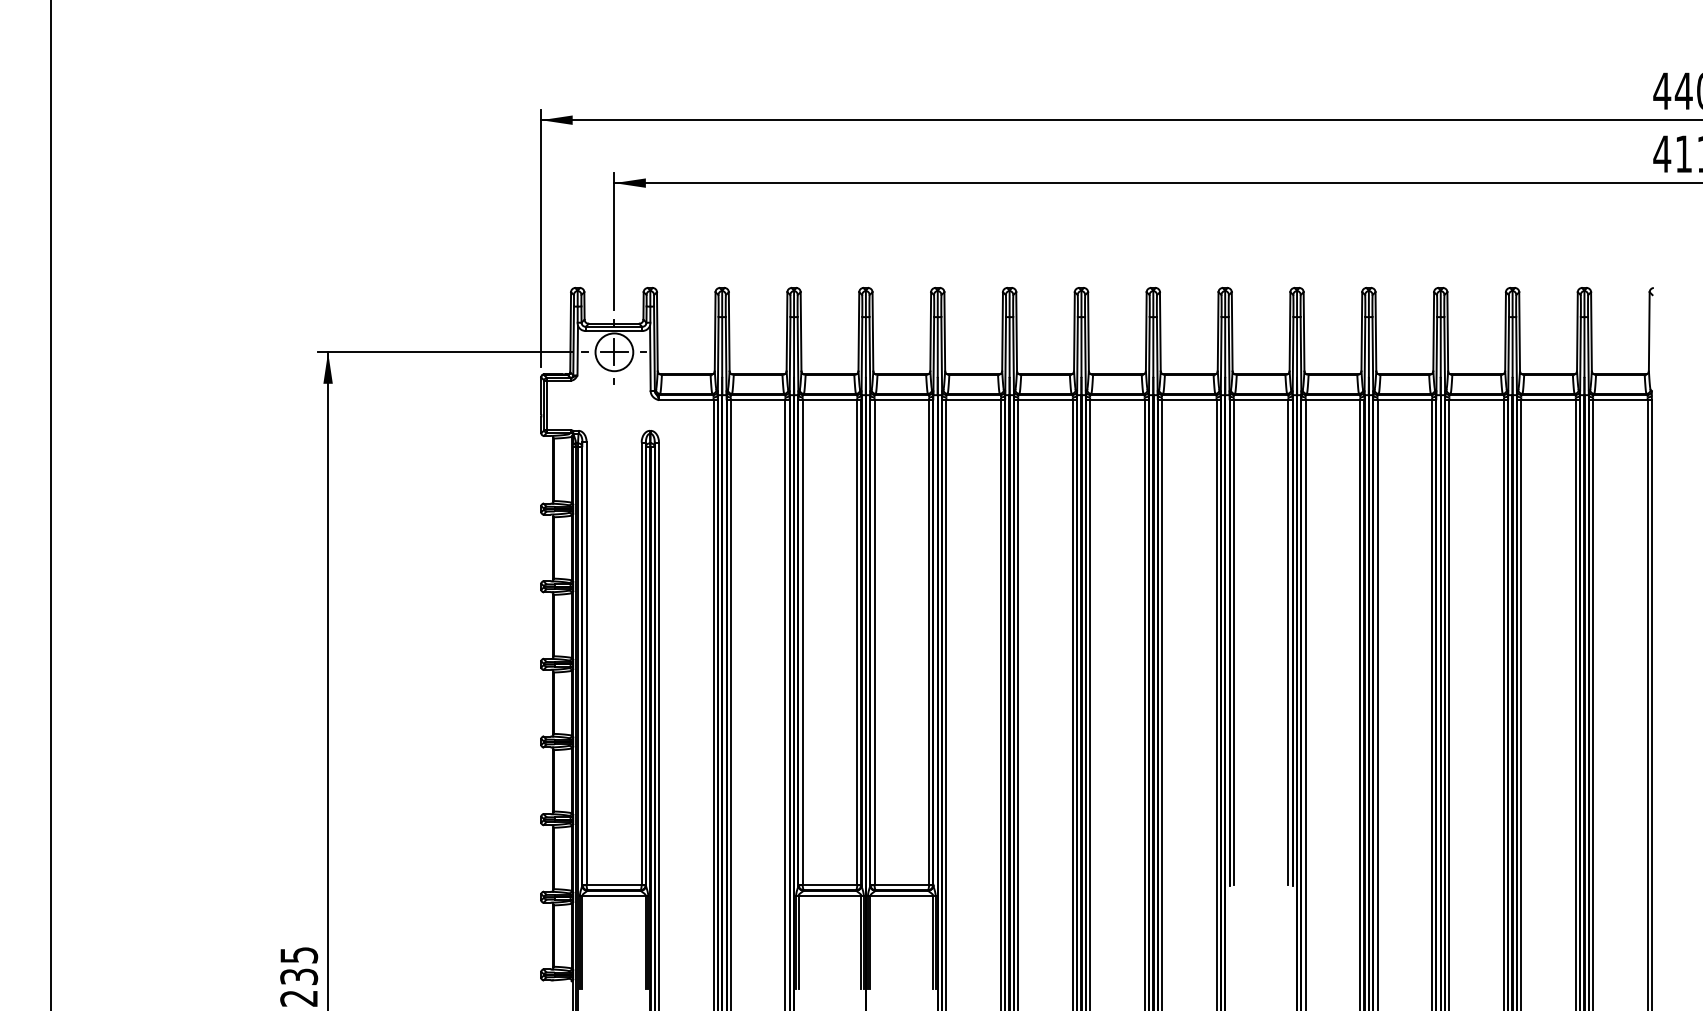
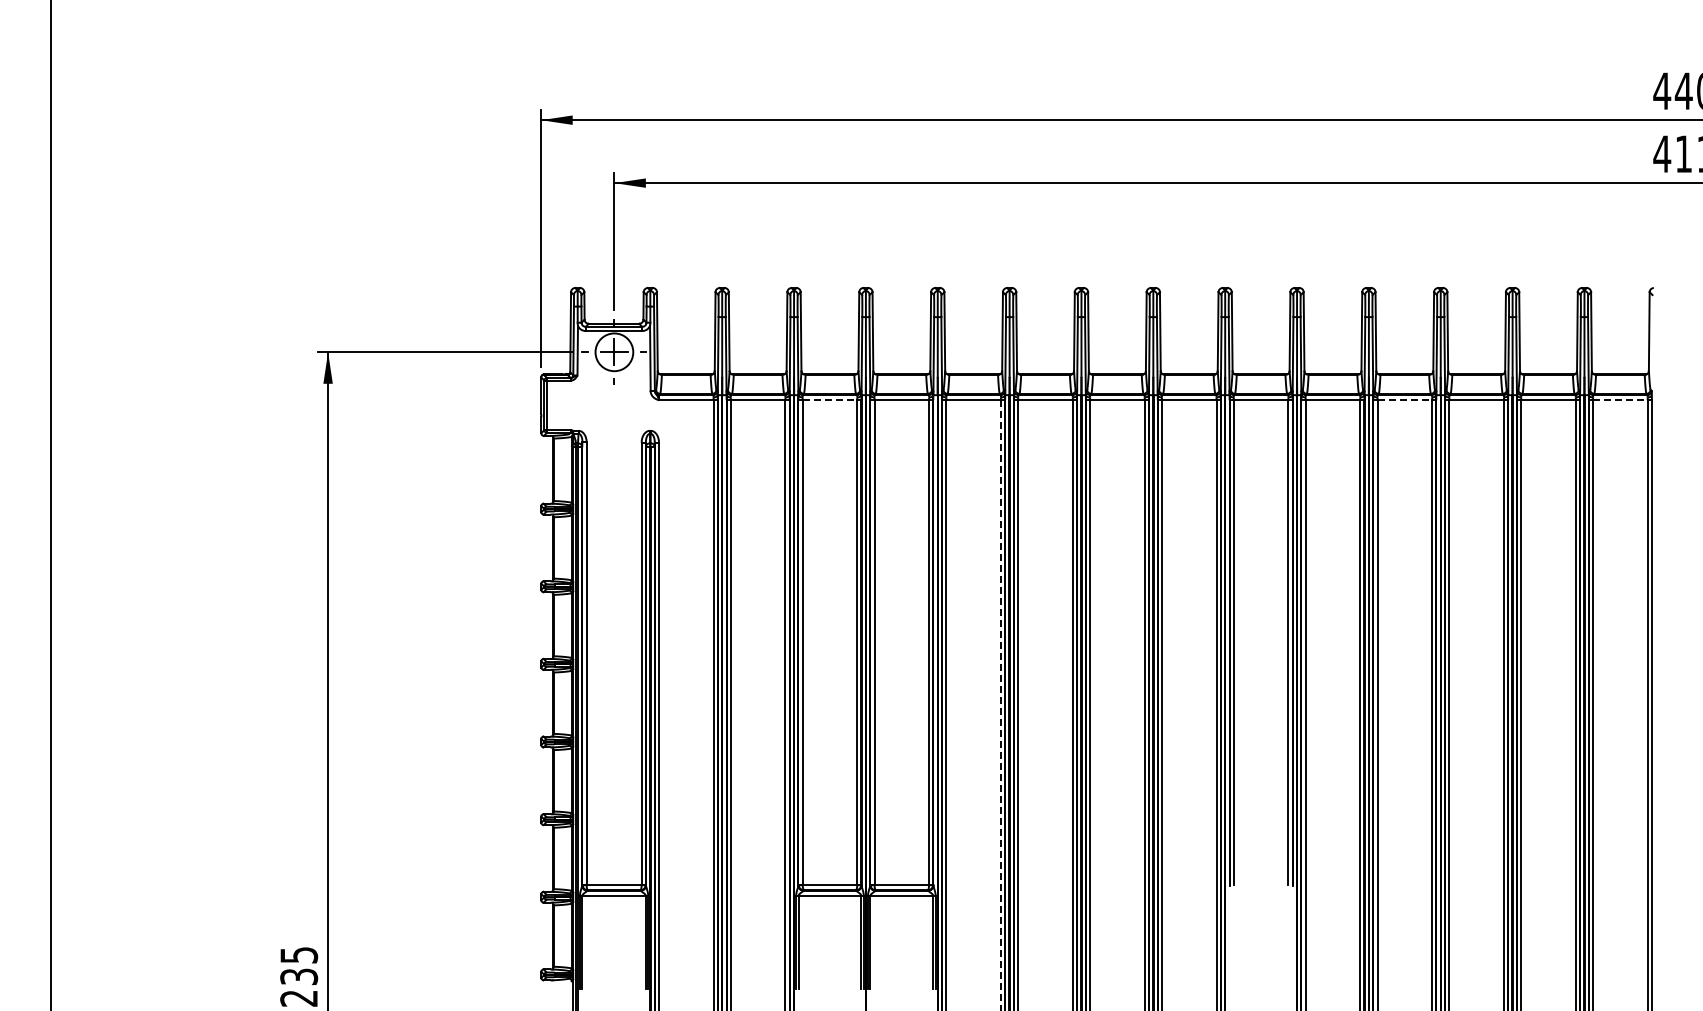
line at (830, 400): solid -> dashed
line at (1405, 400): solid -> dashed
line at (1620, 400): solid -> dashed
line at (1000, 705): solid -> dashed
